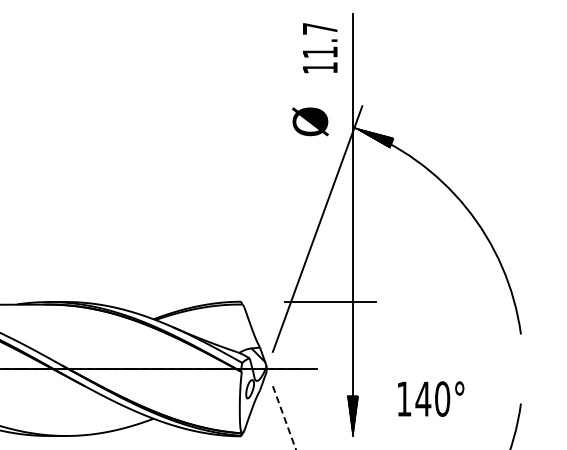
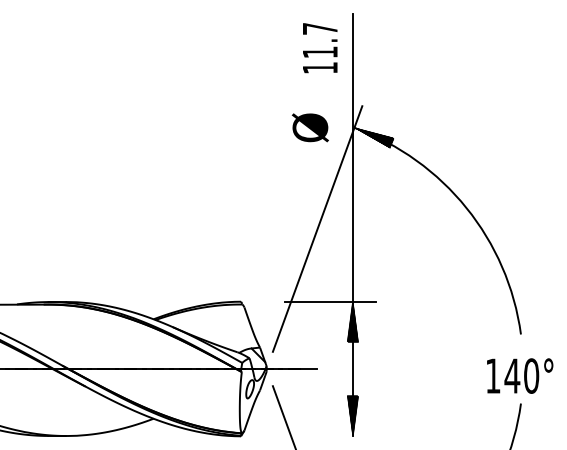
text at (309, 121) position: (309, 121) -> (309, 127)
hatch at (352, 321): none -> present
text at (431, 398) position: (431, 398) -> (520, 375)
line at (284, 418): dashed -> solid
